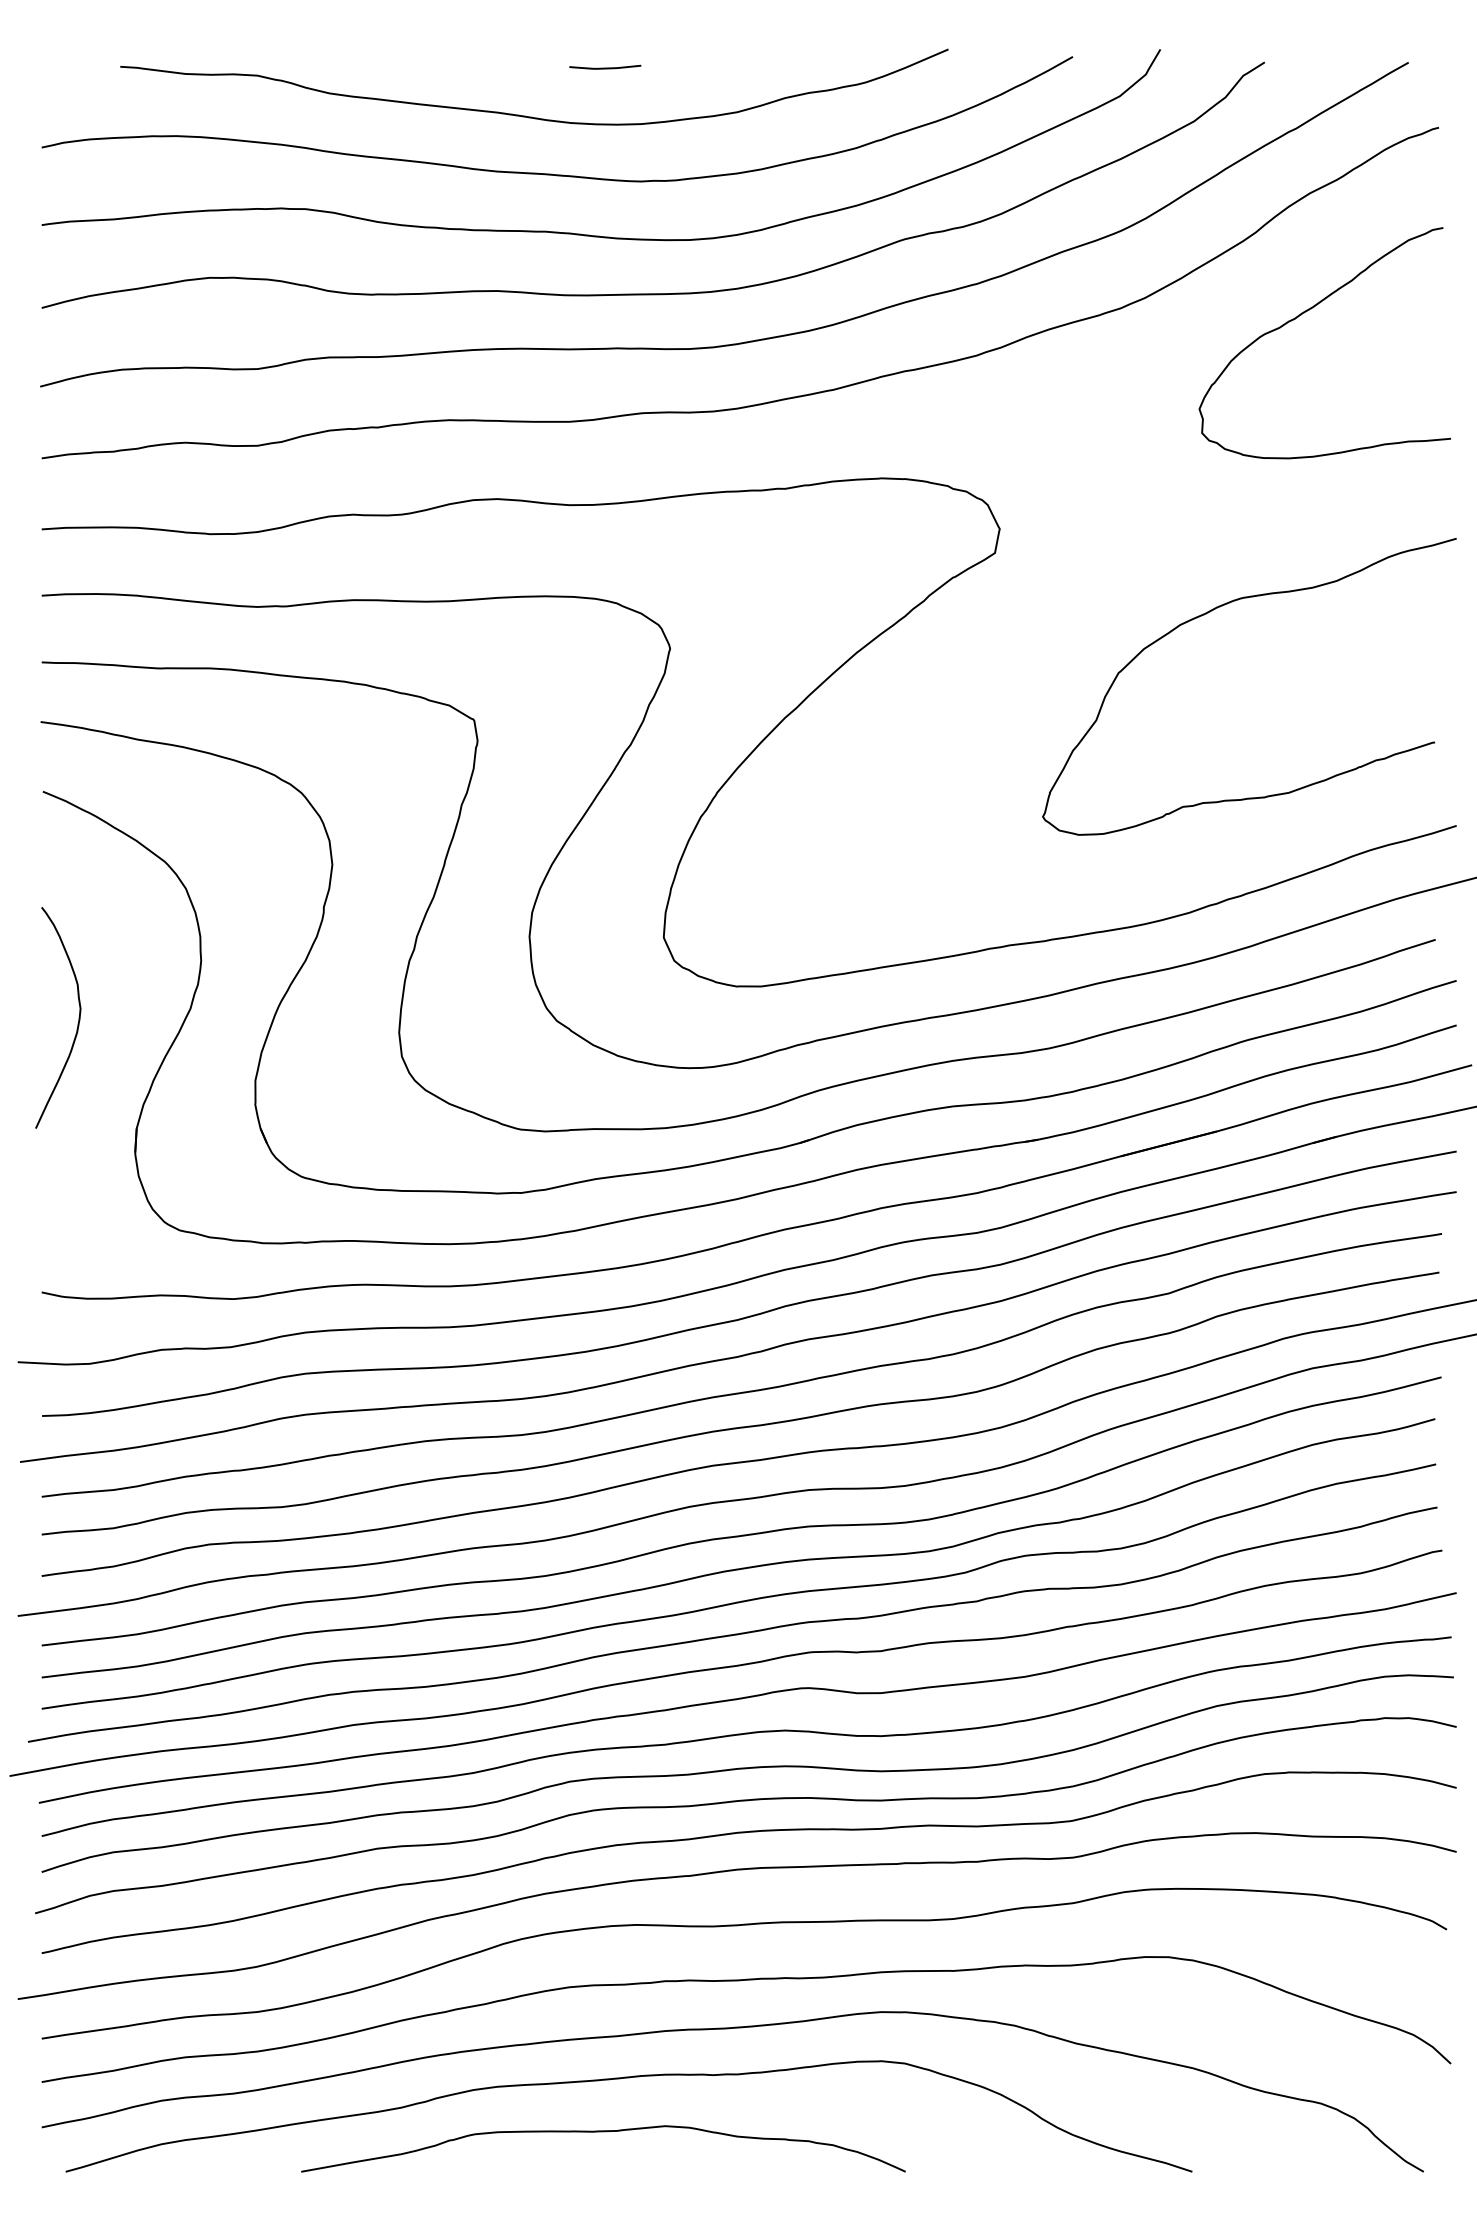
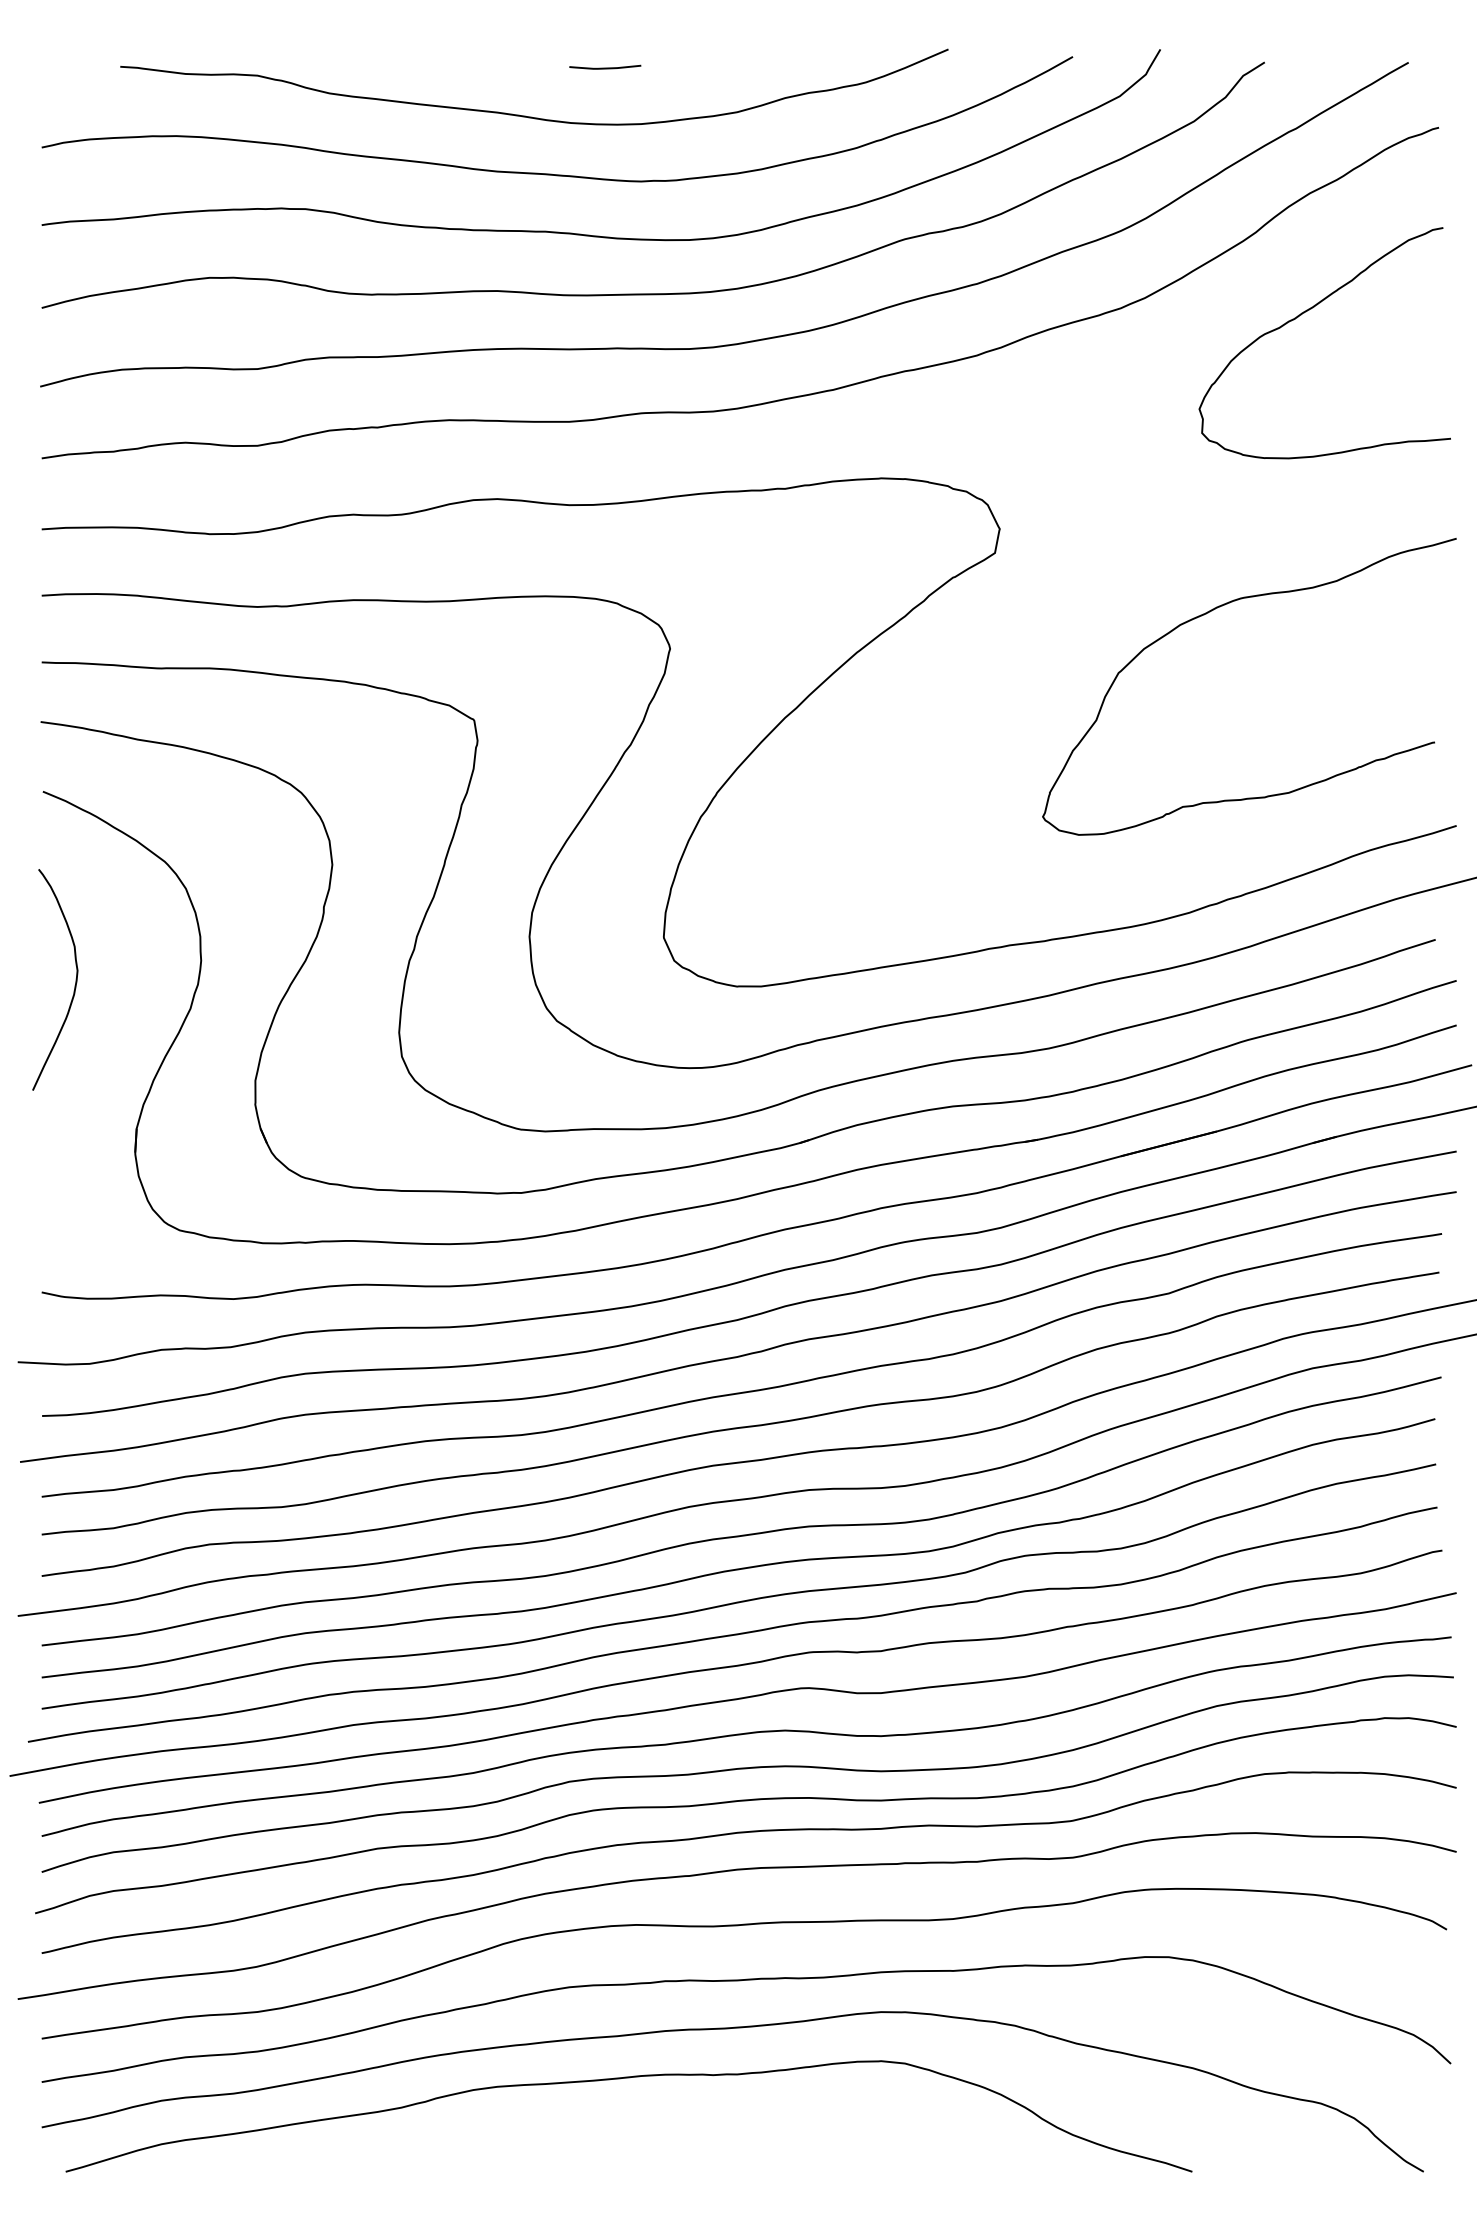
curve at (77, 1023) position: (77, 1023) -> (74, 985)
curve at (603, 2132): present -> none
